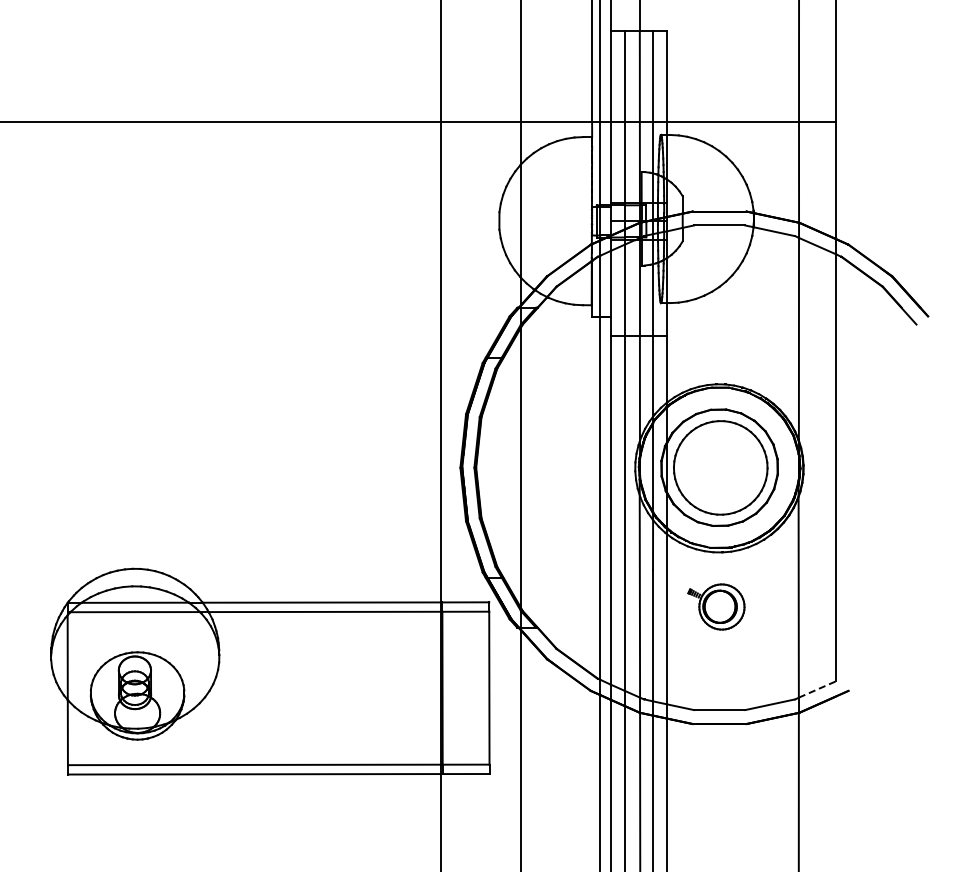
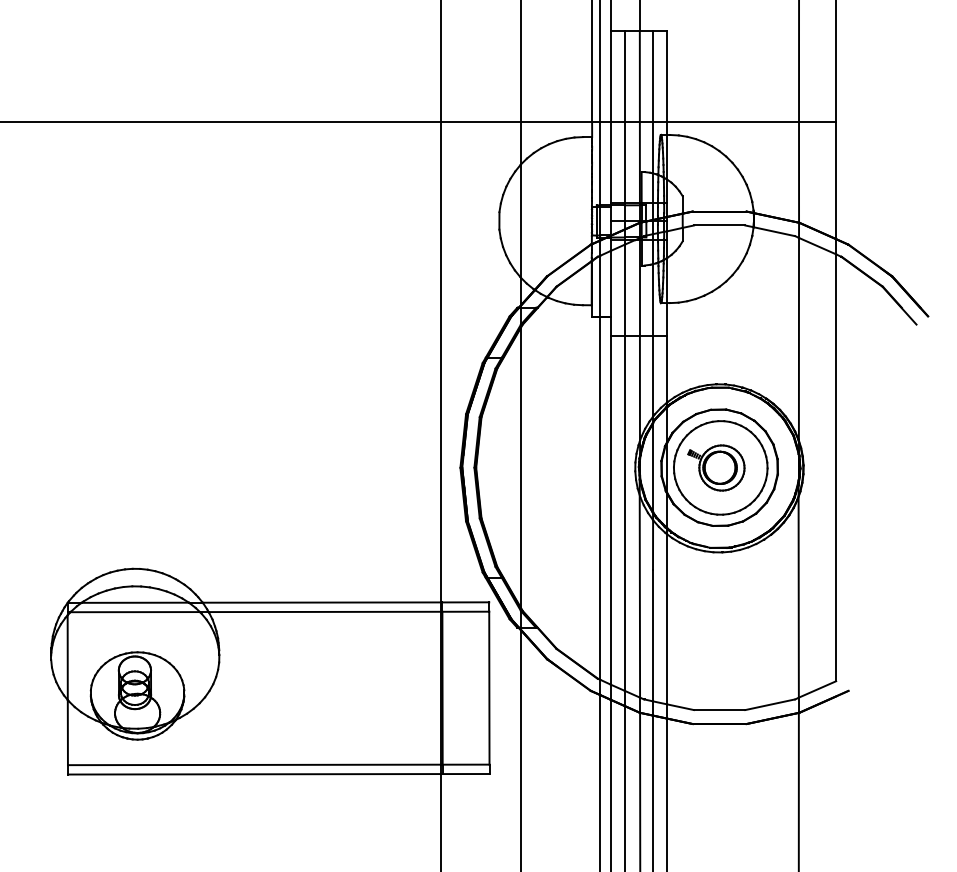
part at (716, 606) position: (716, 606) -> (716, 467)
line at (817, 689): dashed -> solid
